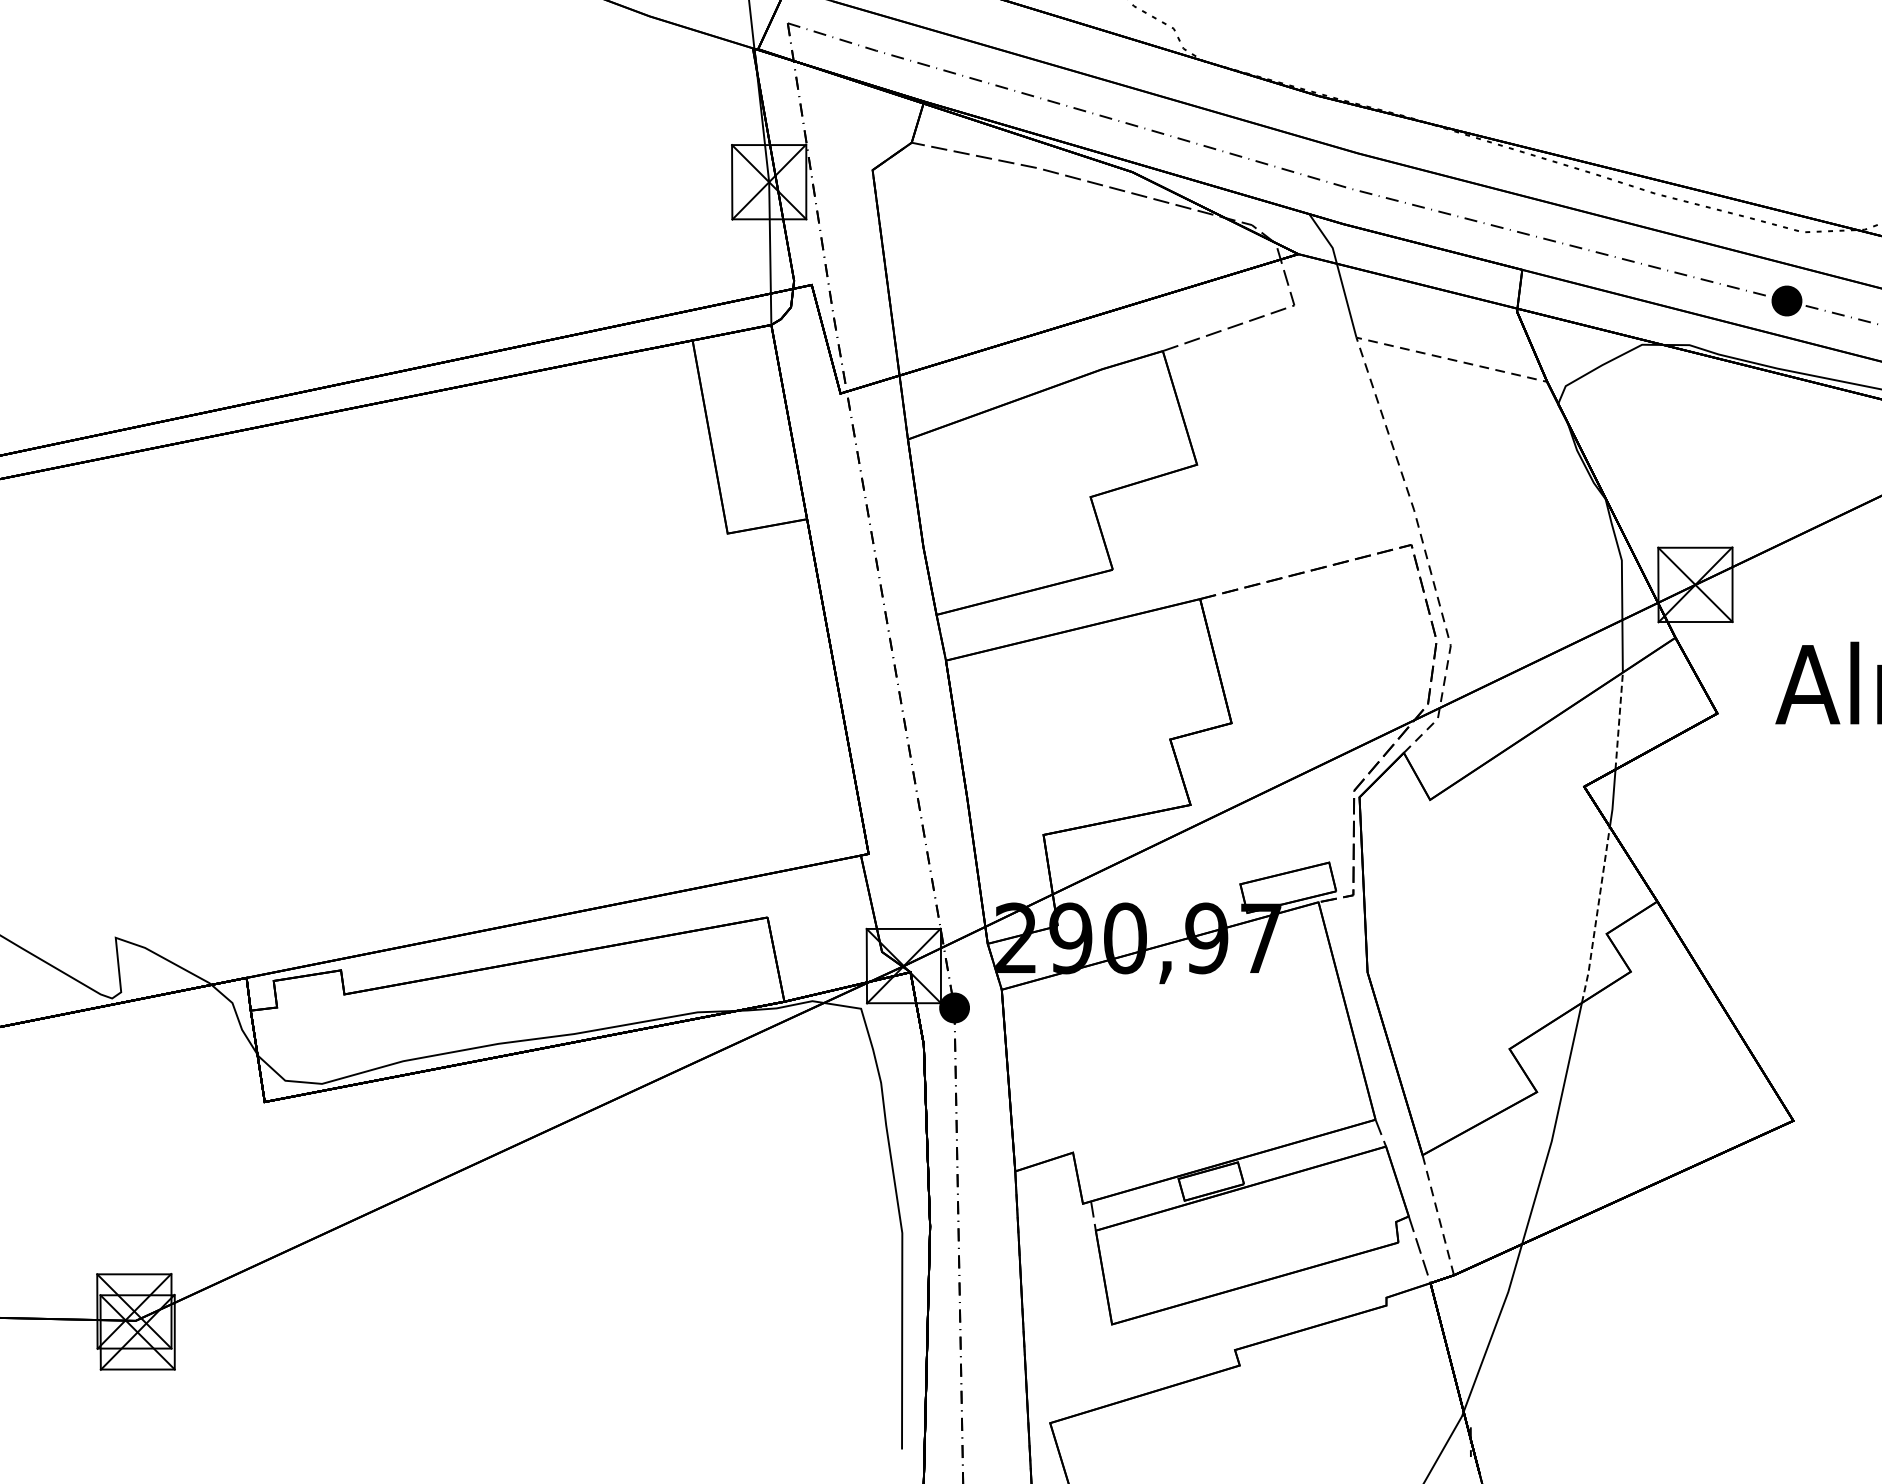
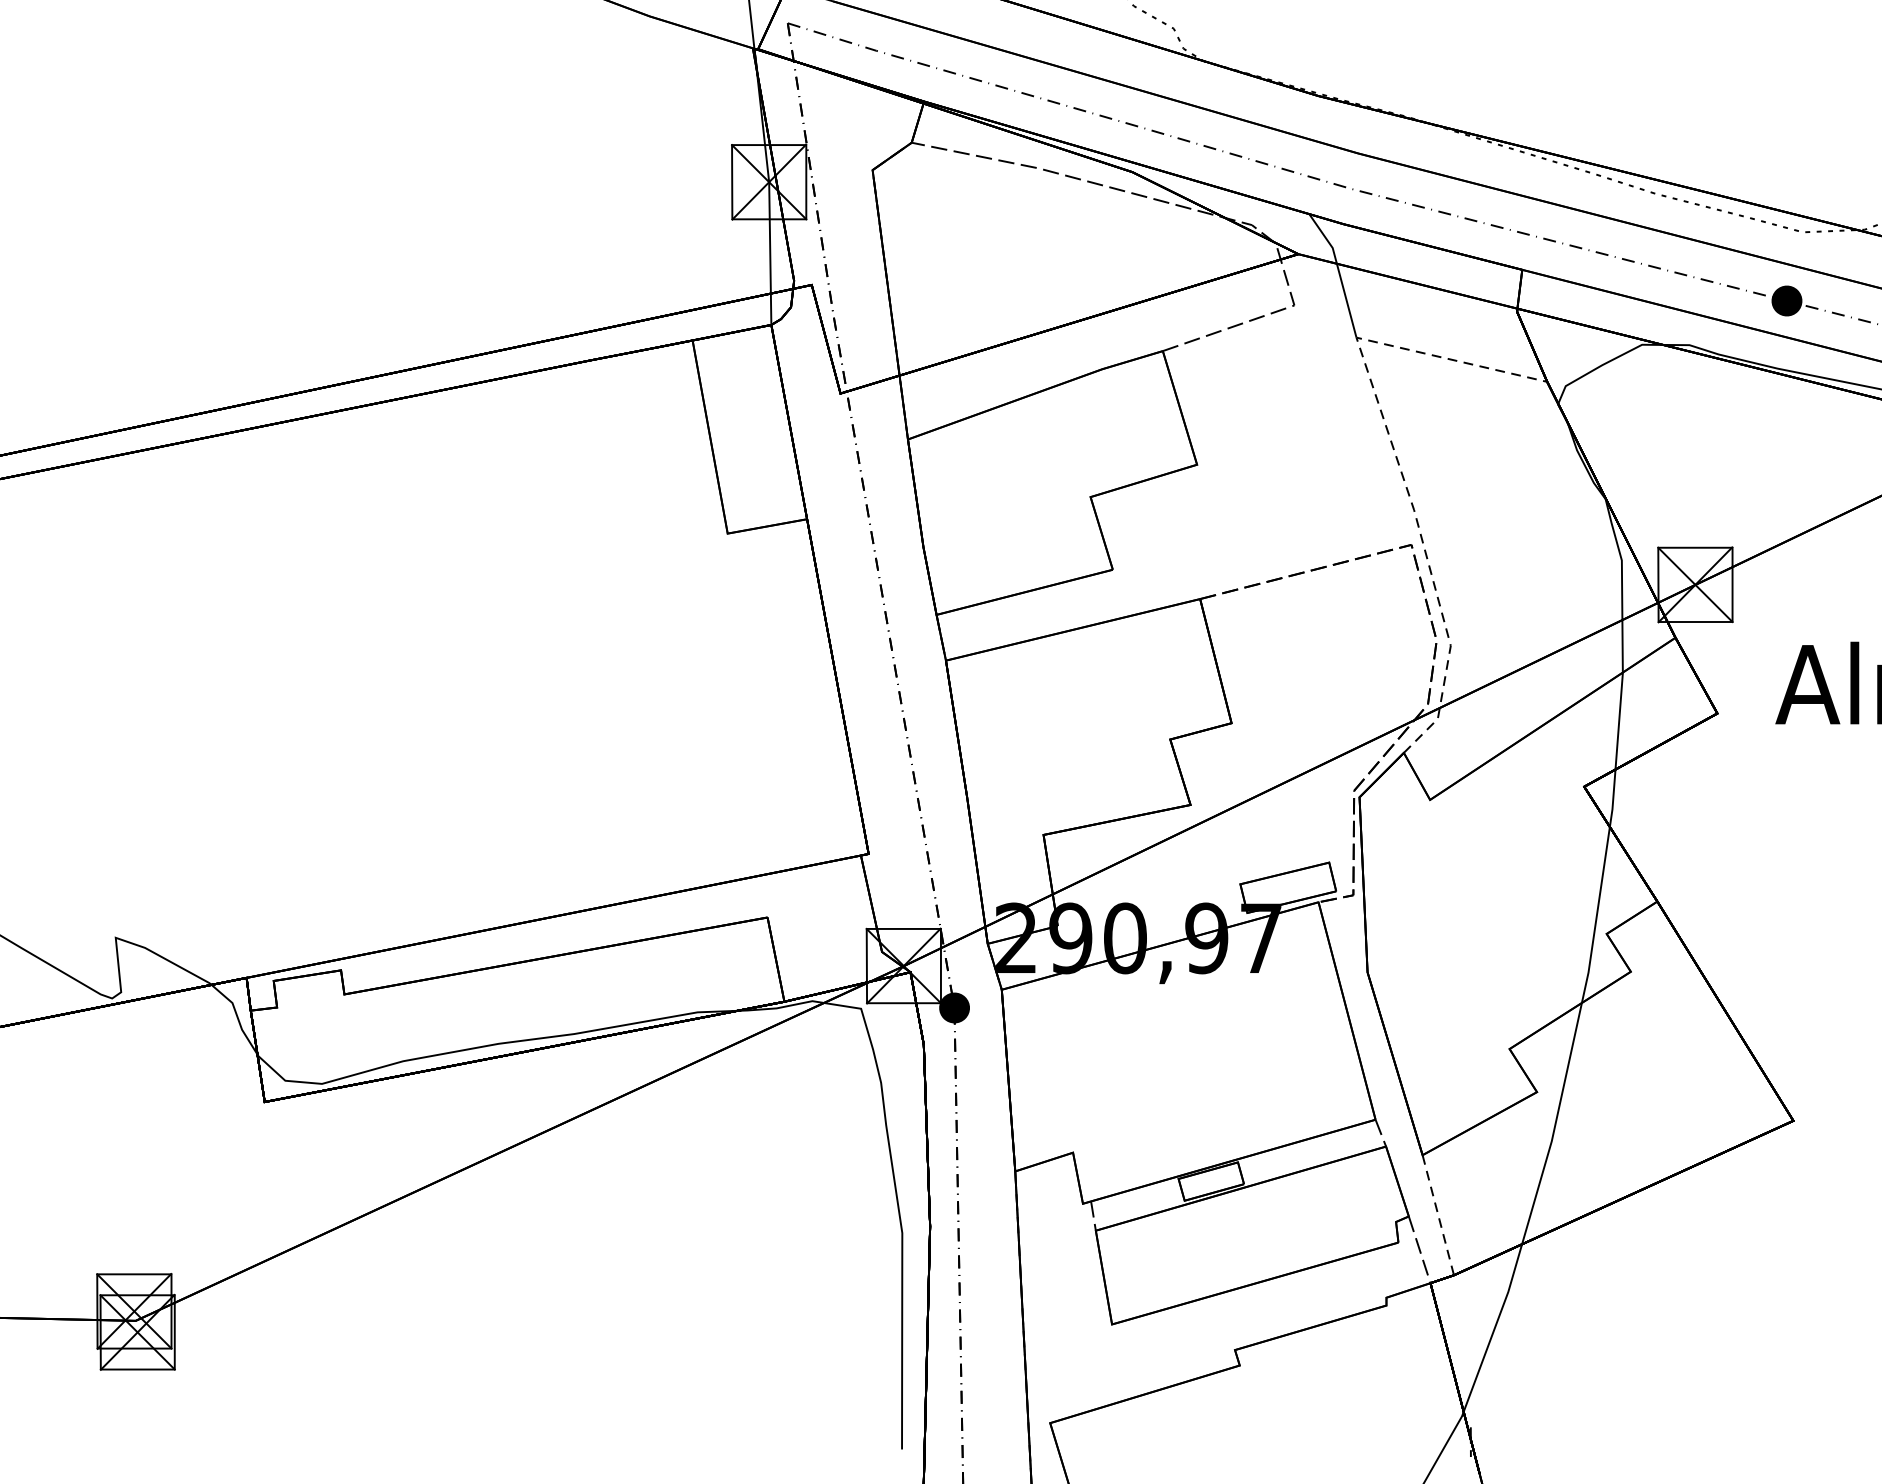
line at (1619, 719): dashed -> solid
line at (1596, 915): dashed -> solid
